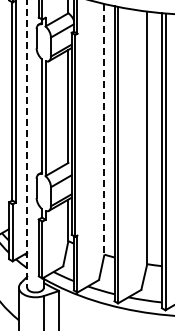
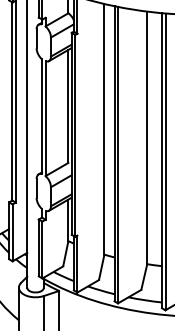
line at (104, 129): dashed -> solid
line at (27, 143): dashed -> solid
